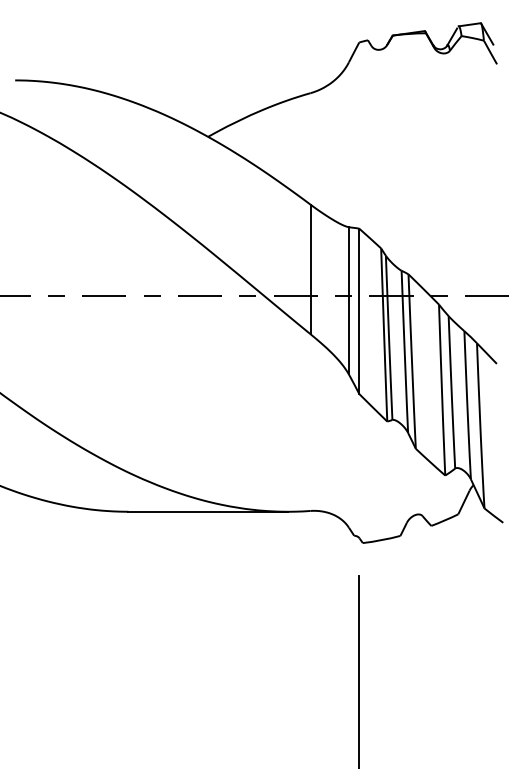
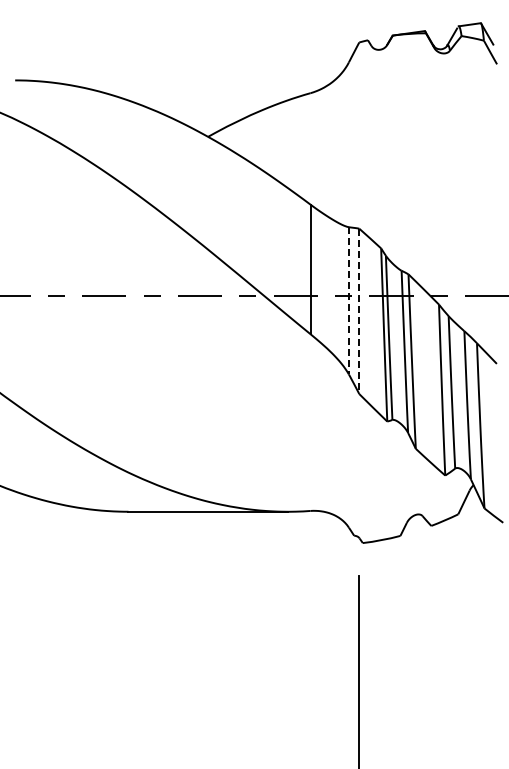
line at (348, 300): solid -> dashed
line at (359, 311): solid -> dashed
